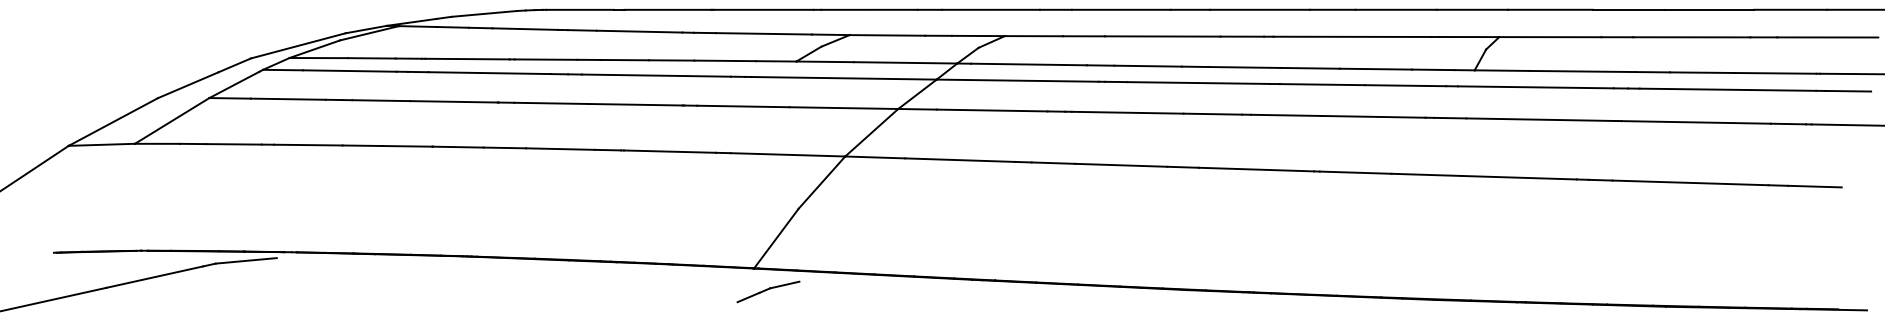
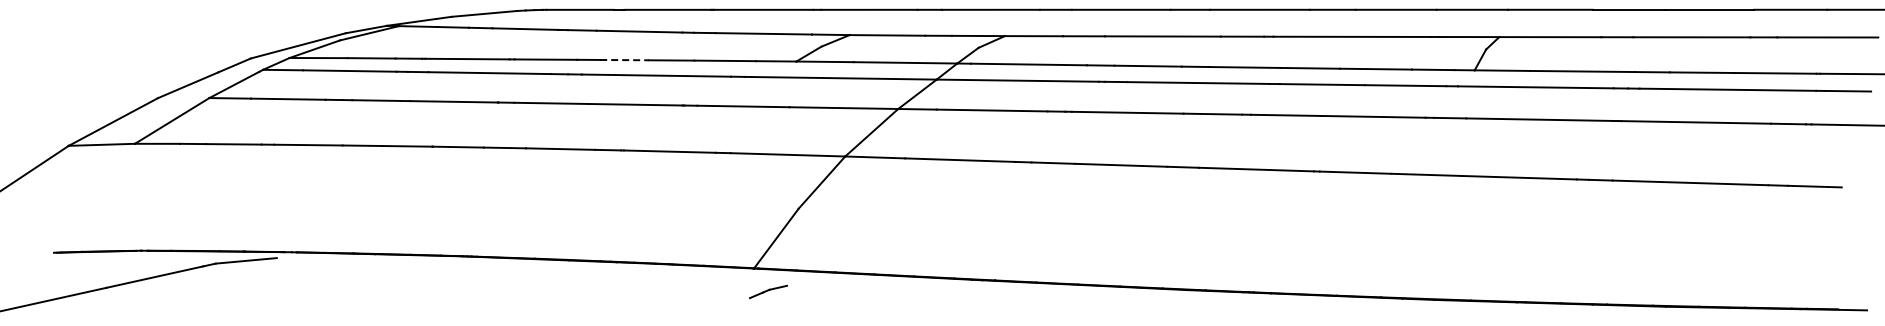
line at (625, 60): solid -> dashed
part at (768, 291) size: 65x24 px -> 39x16 px
